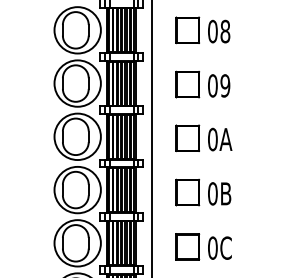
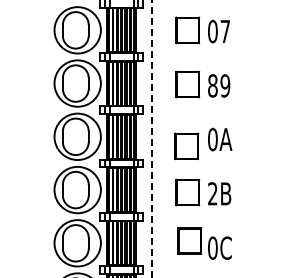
text at (225, 31): 08 -> 07
text at (212, 85): 09 -> 89
line at (151, 138): solid -> dashed
part at (187, 138) position: (187, 138) -> (186, 146)
text at (212, 193): 0B -> 2B
part at (187, 246) position: (187, 246) -> (189, 240)
